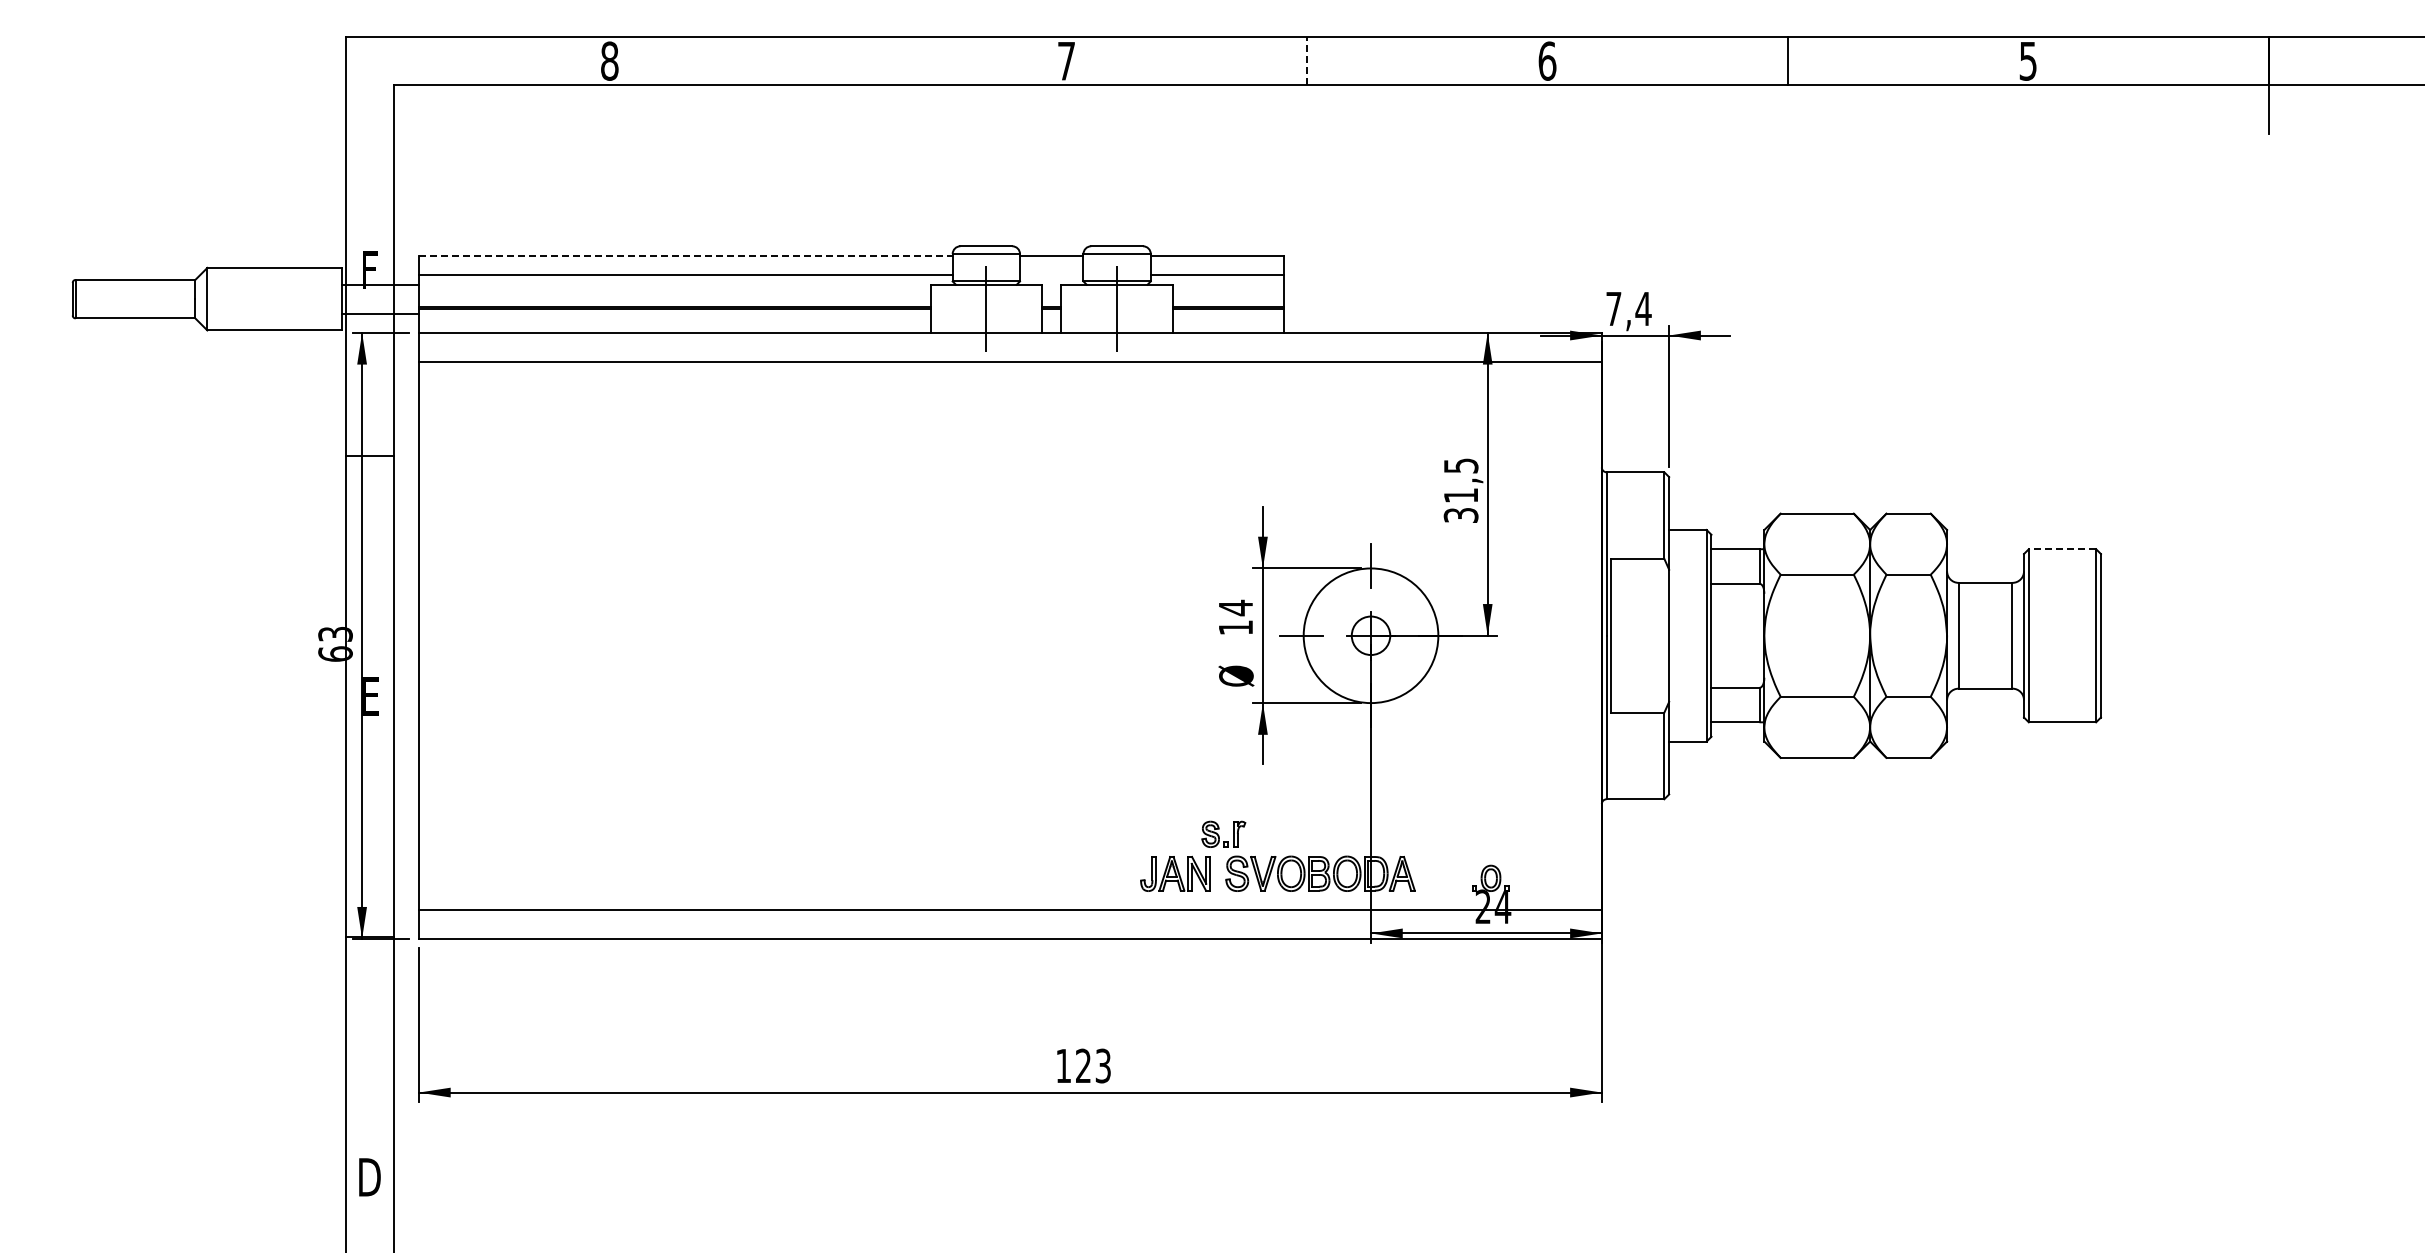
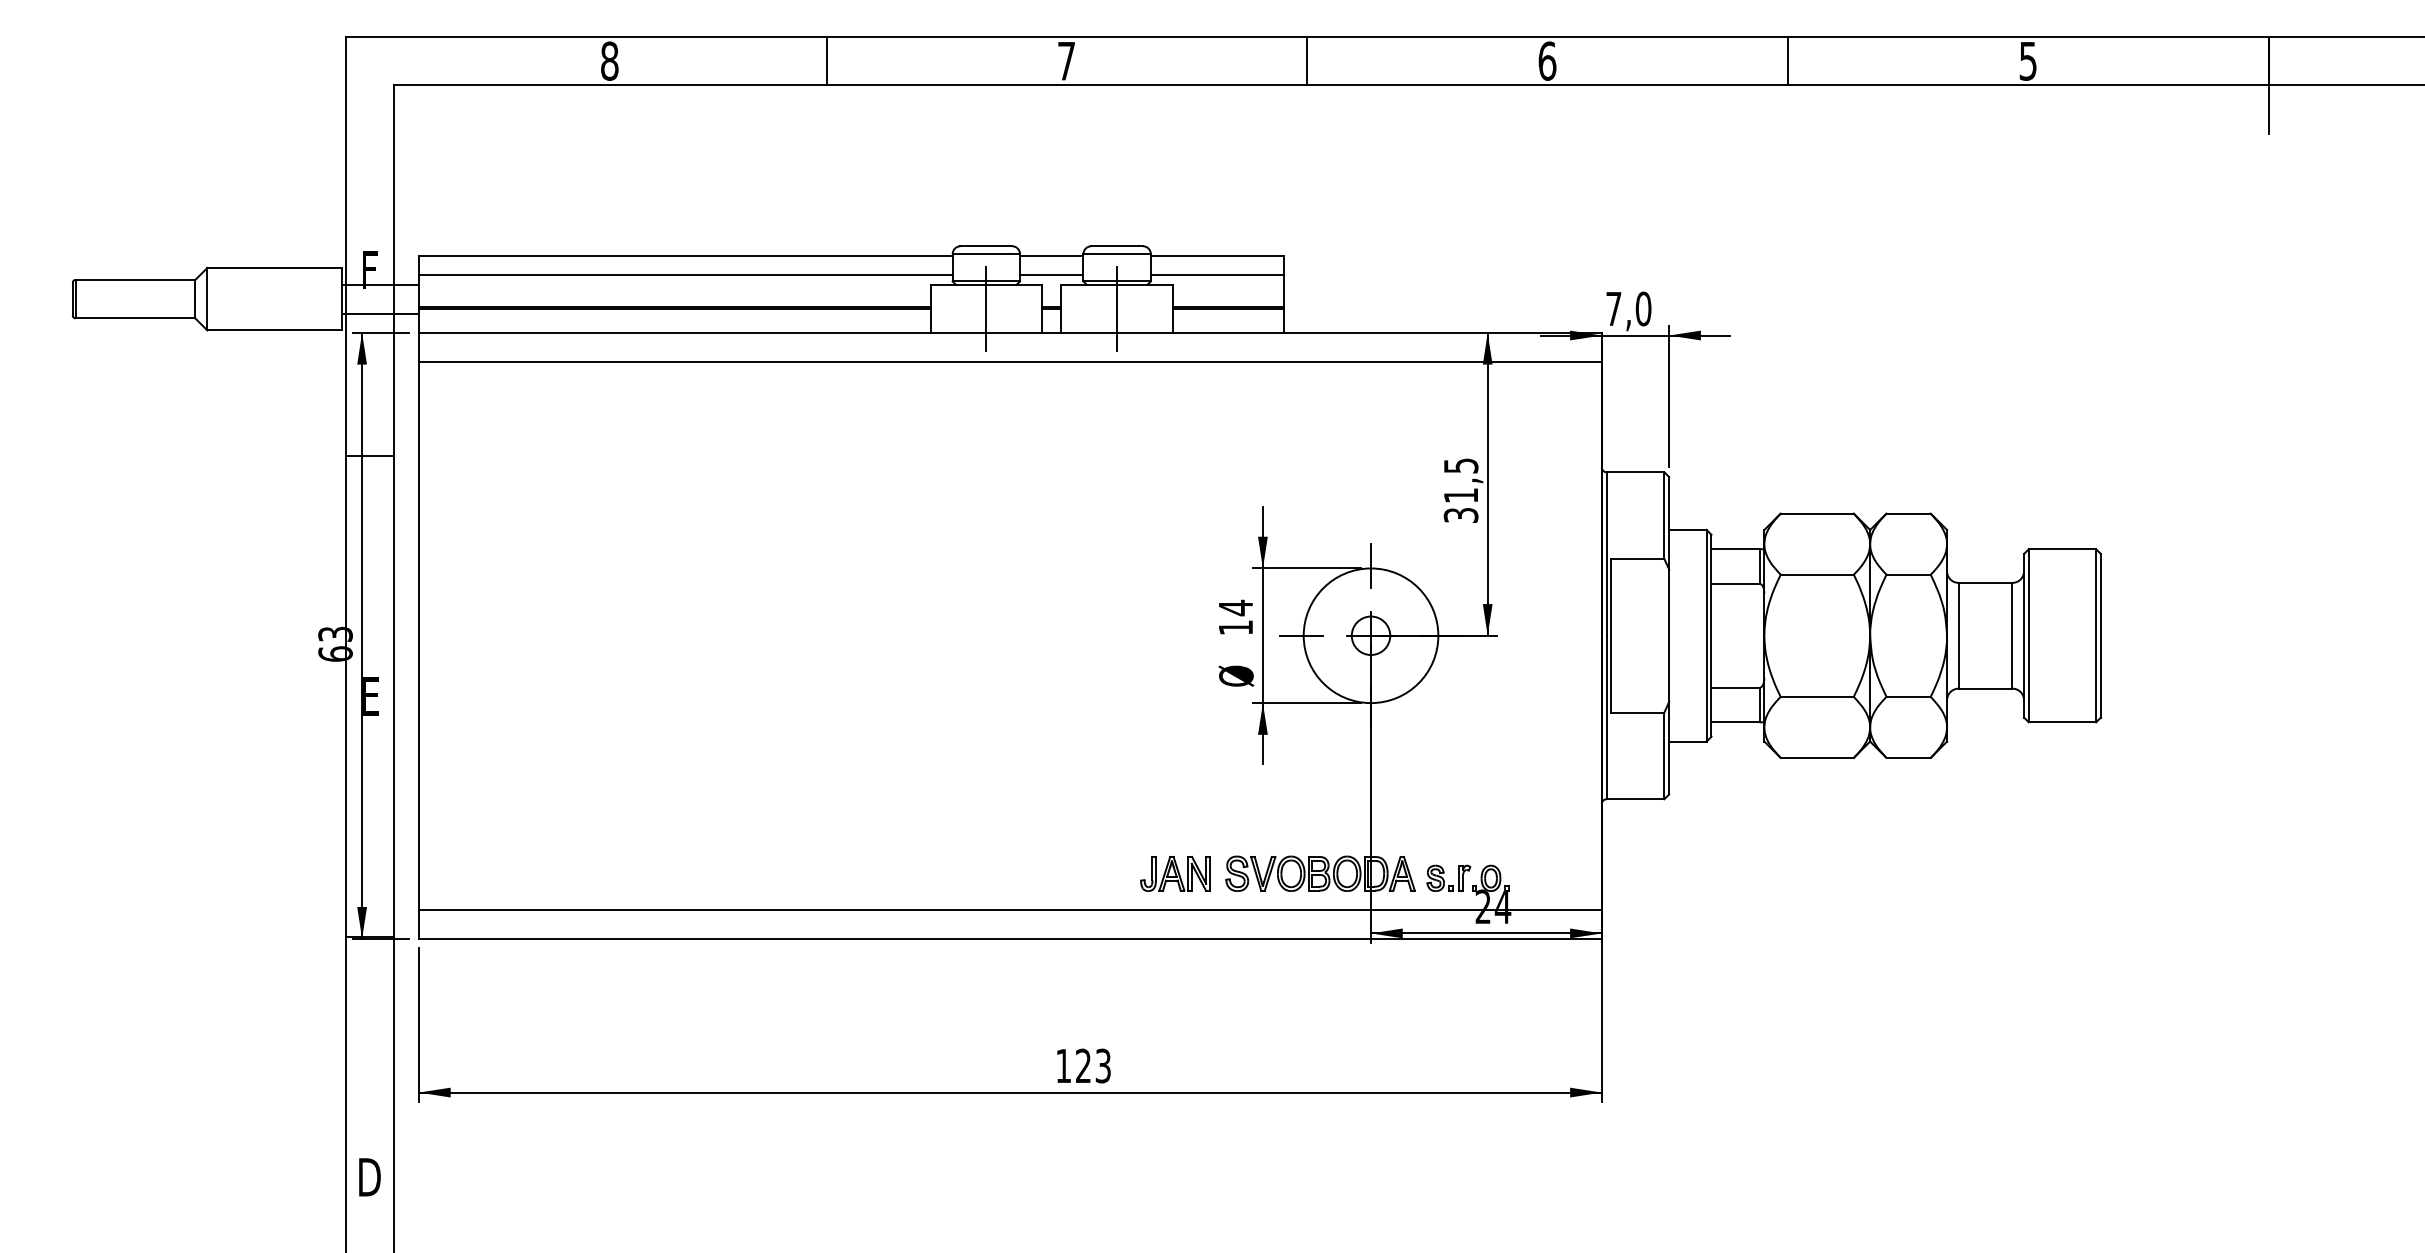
line at (1307, 60): dashed -> solid
line at (826, 61): none -> present
line at (685, 255): dashed -> solid
line at (1051, 275): none -> present
text at (1643, 308): 7,4 -> 7,0
line at (2062, 549): dashed -> solid
part at (1223, 833) position: (1223, 833) -> (1448, 877)
